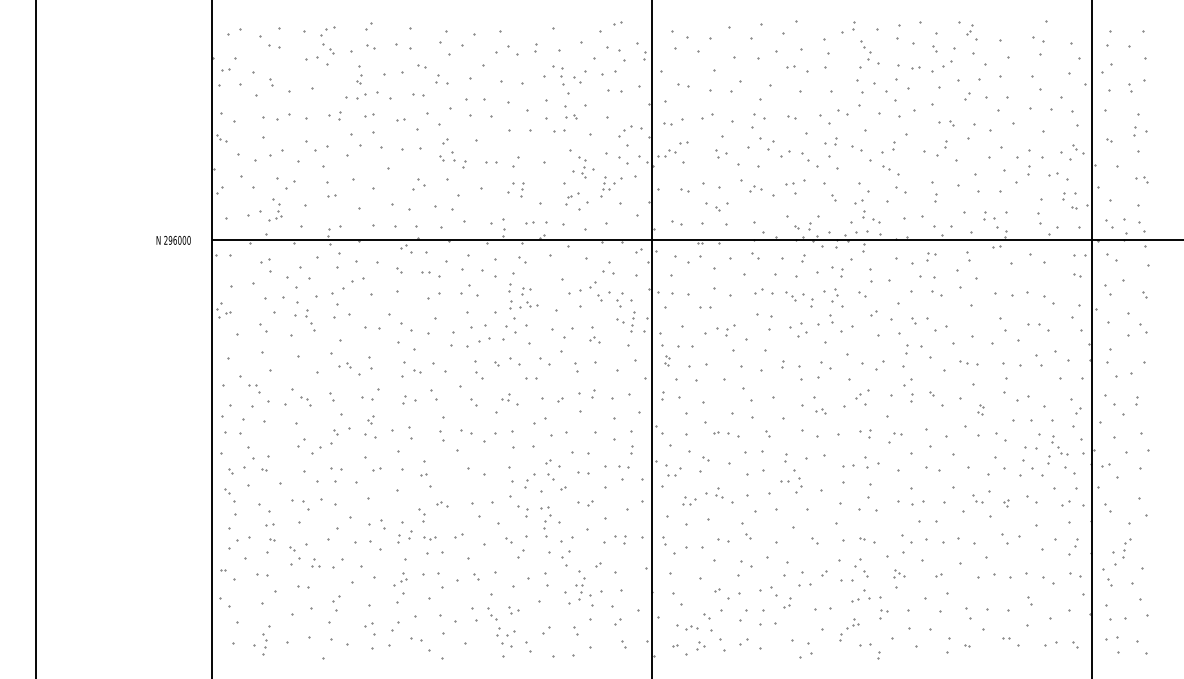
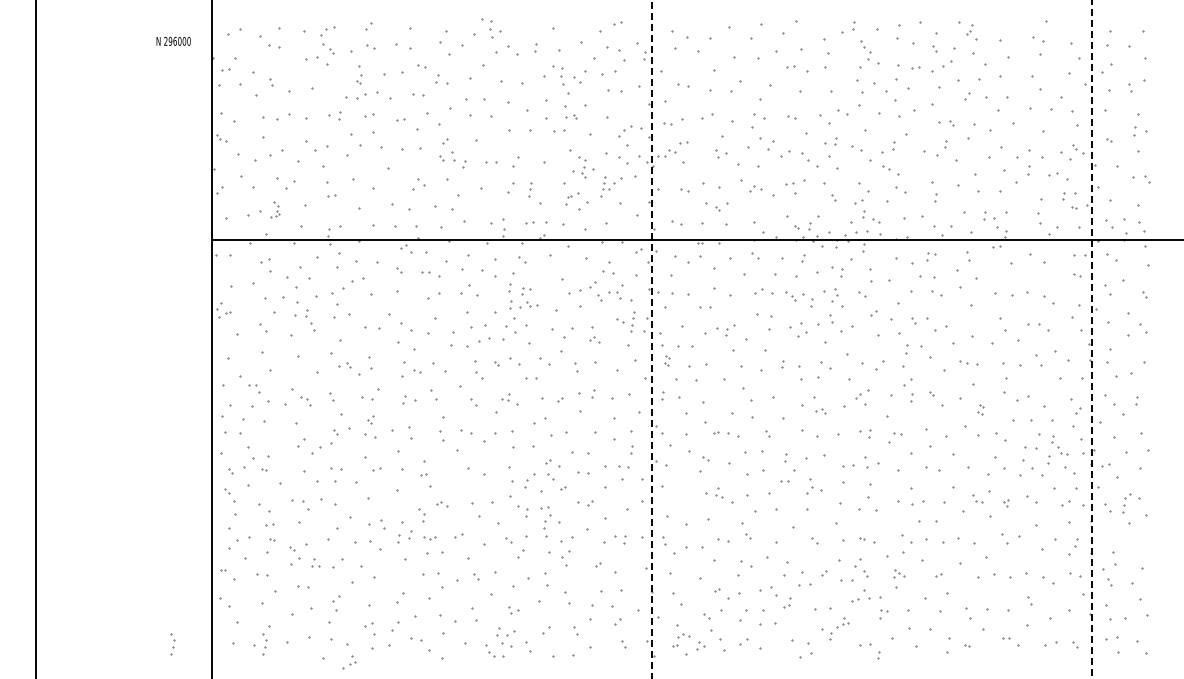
part at (487, 28): none -> present
part at (1141, 179) size: 14x8 px -> 19x9 px
part at (522, 189) position: (522, 189) -> (530, 189)
part at (275, 209) size: 15x24 px -> 11x18 px
text at (173, 240) position: (173, 240) -> (173, 41)
part at (619, 299) position: (619, 299) -> (619, 291)
line at (651, 339): solid -> dashed
line at (1091, 339): solid -> dashed
part at (674, 471): present -> none
part at (798, 485) position: (798, 485) -> (809, 486)
part at (689, 500): present -> none
part at (1126, 548) position: (1126, 548) -> (1126, 503)
part at (400, 579) position: (400, 579) -> (349, 662)
part at (583, 585): present -> none
part at (492, 613) position: (492, 613) -> (490, 650)
part at (691, 627) position: (691, 627) -> (683, 635)
part at (849, 629) position: (849, 629) -> (839, 628)
part at (172, 644): none -> present
